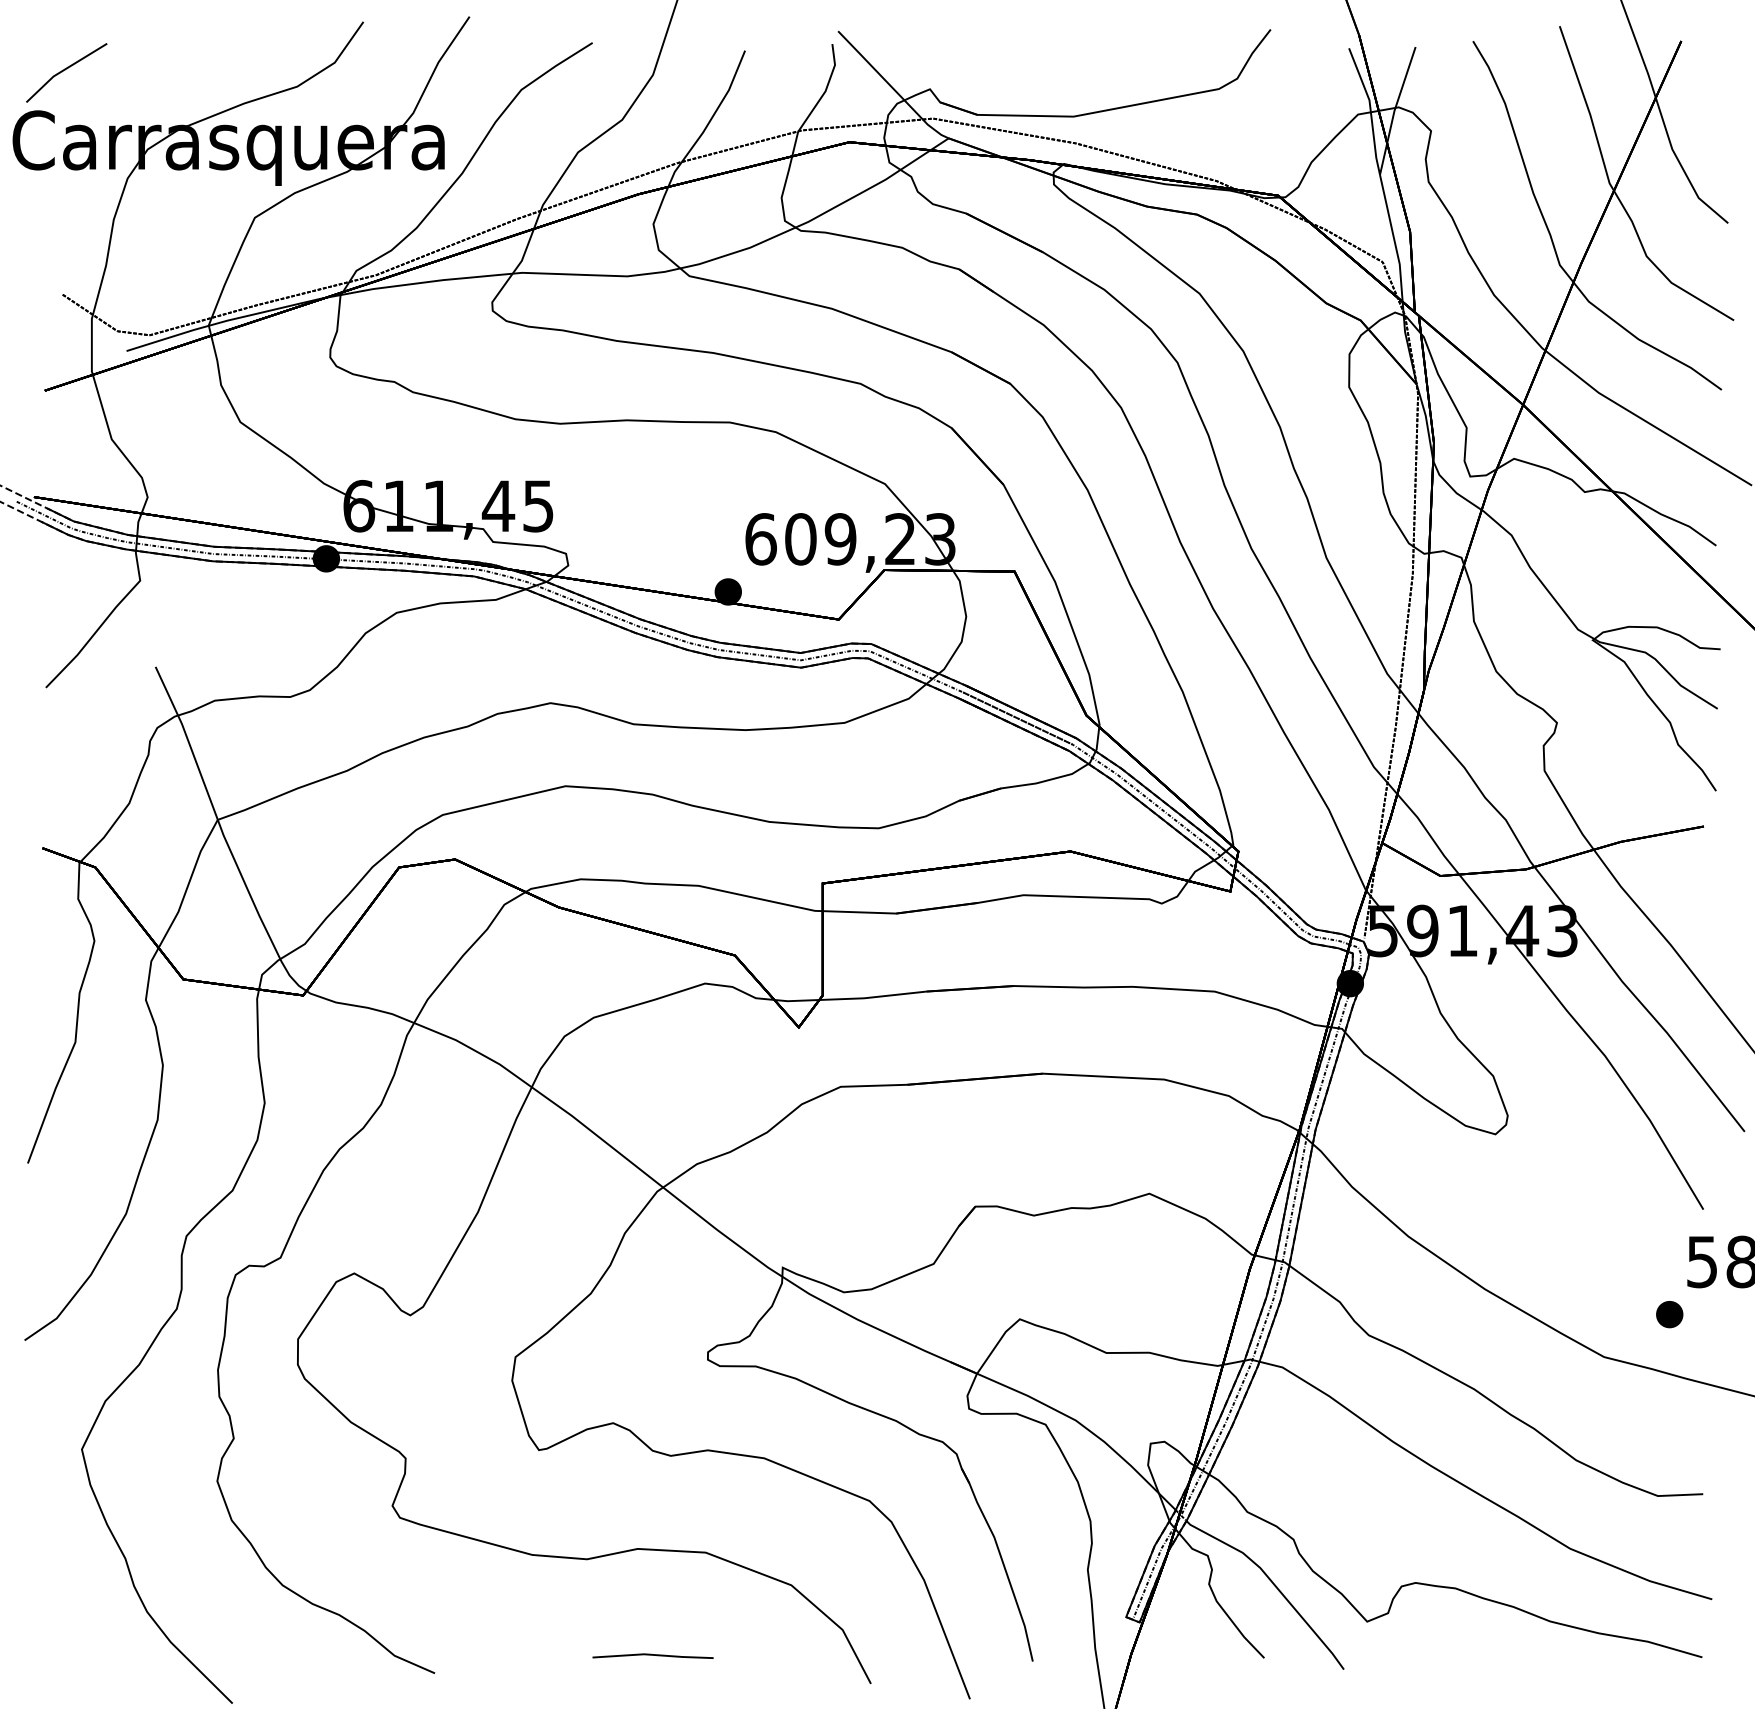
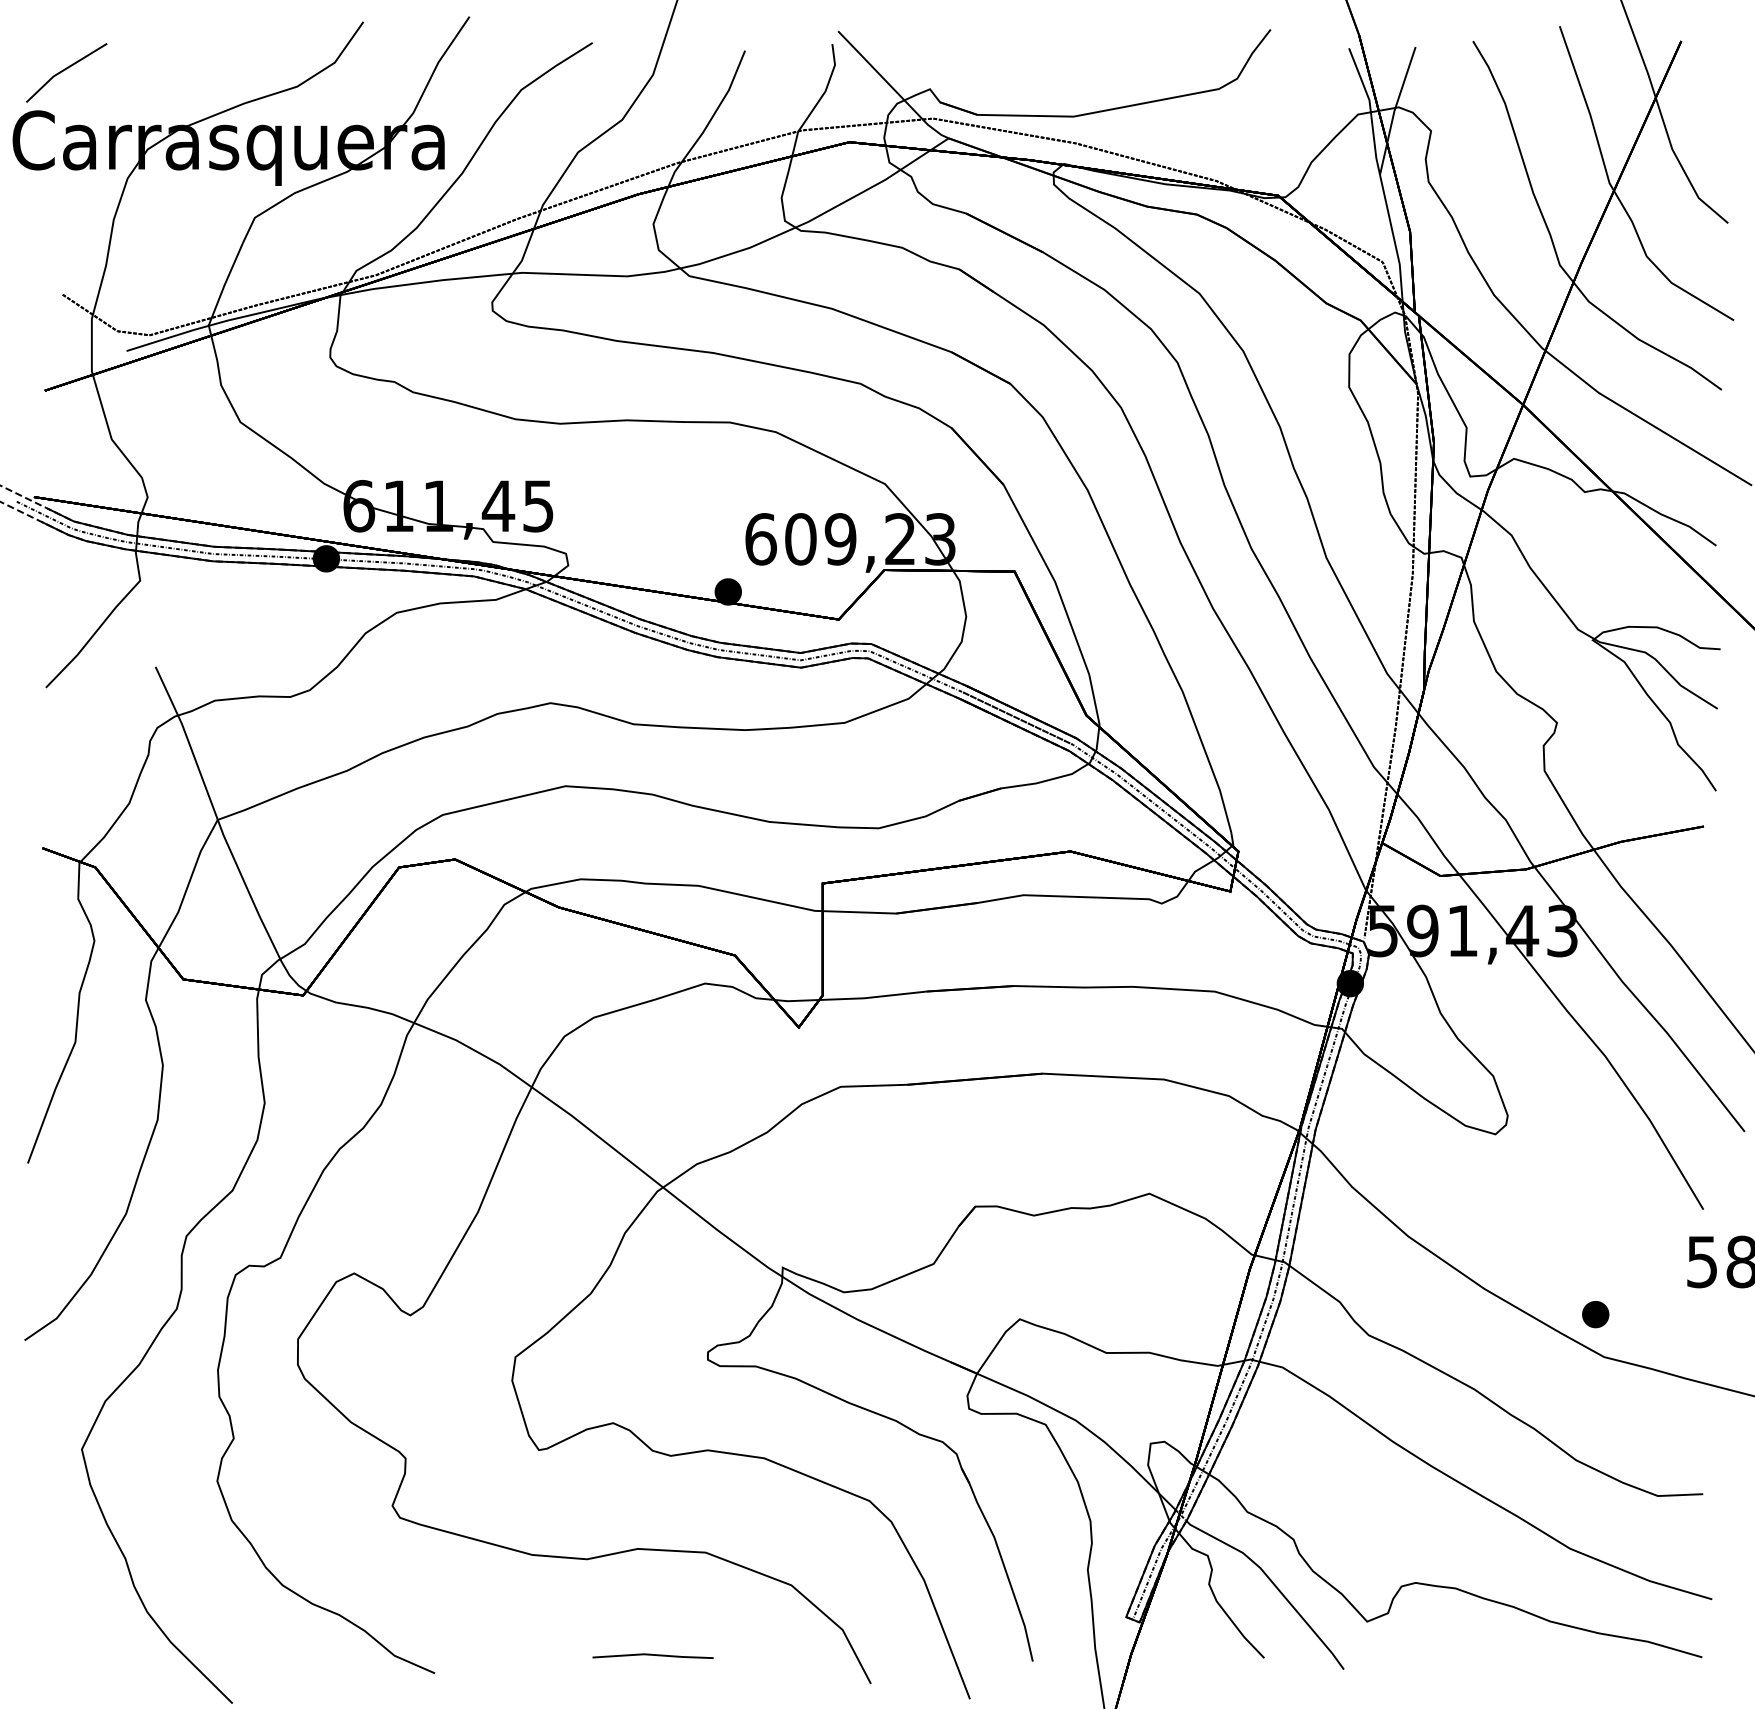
part at (1669, 1314) position: (1669, 1314) -> (1595, 1314)
